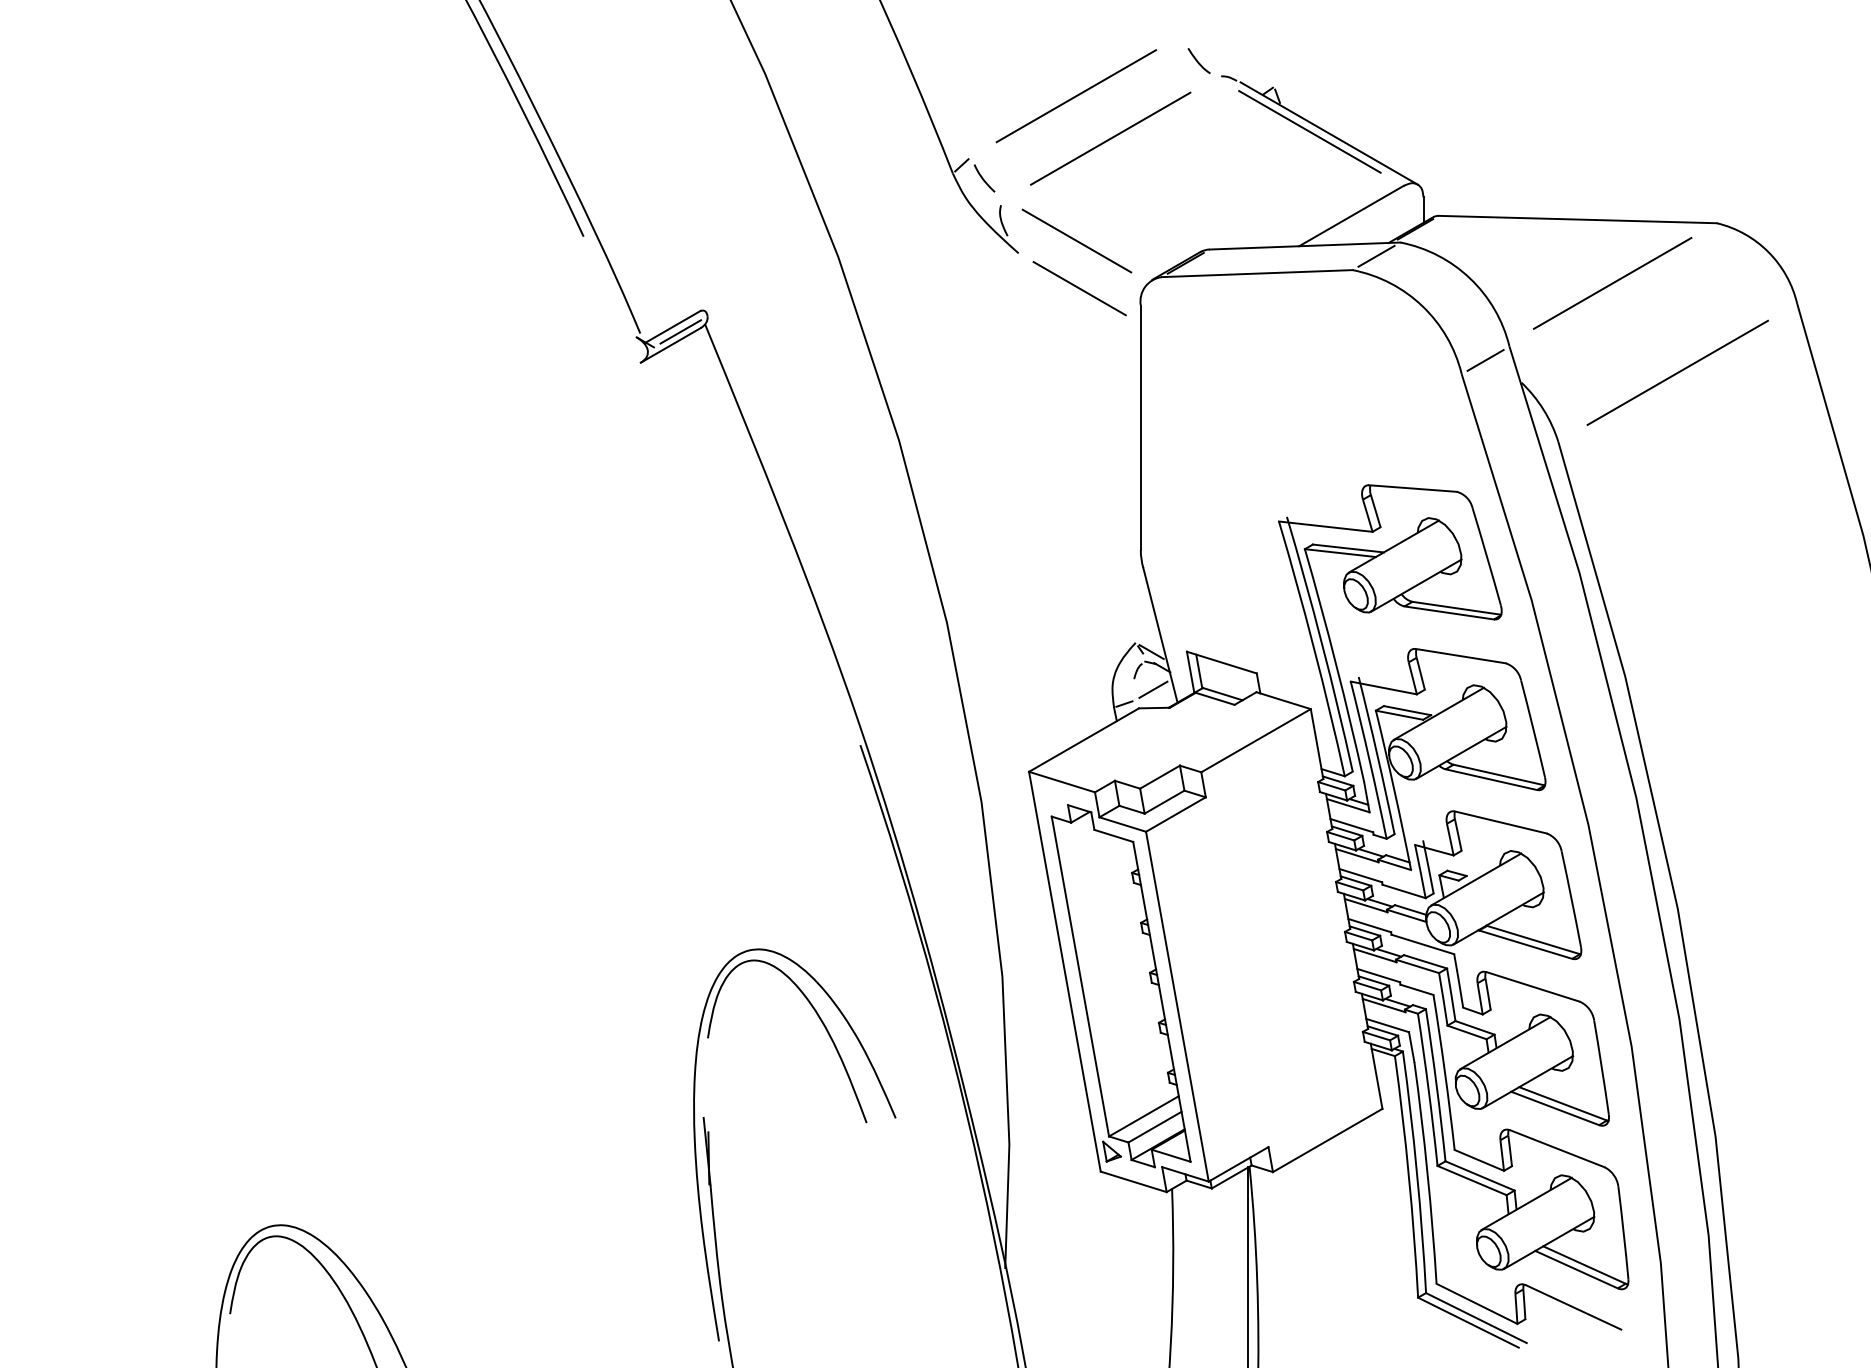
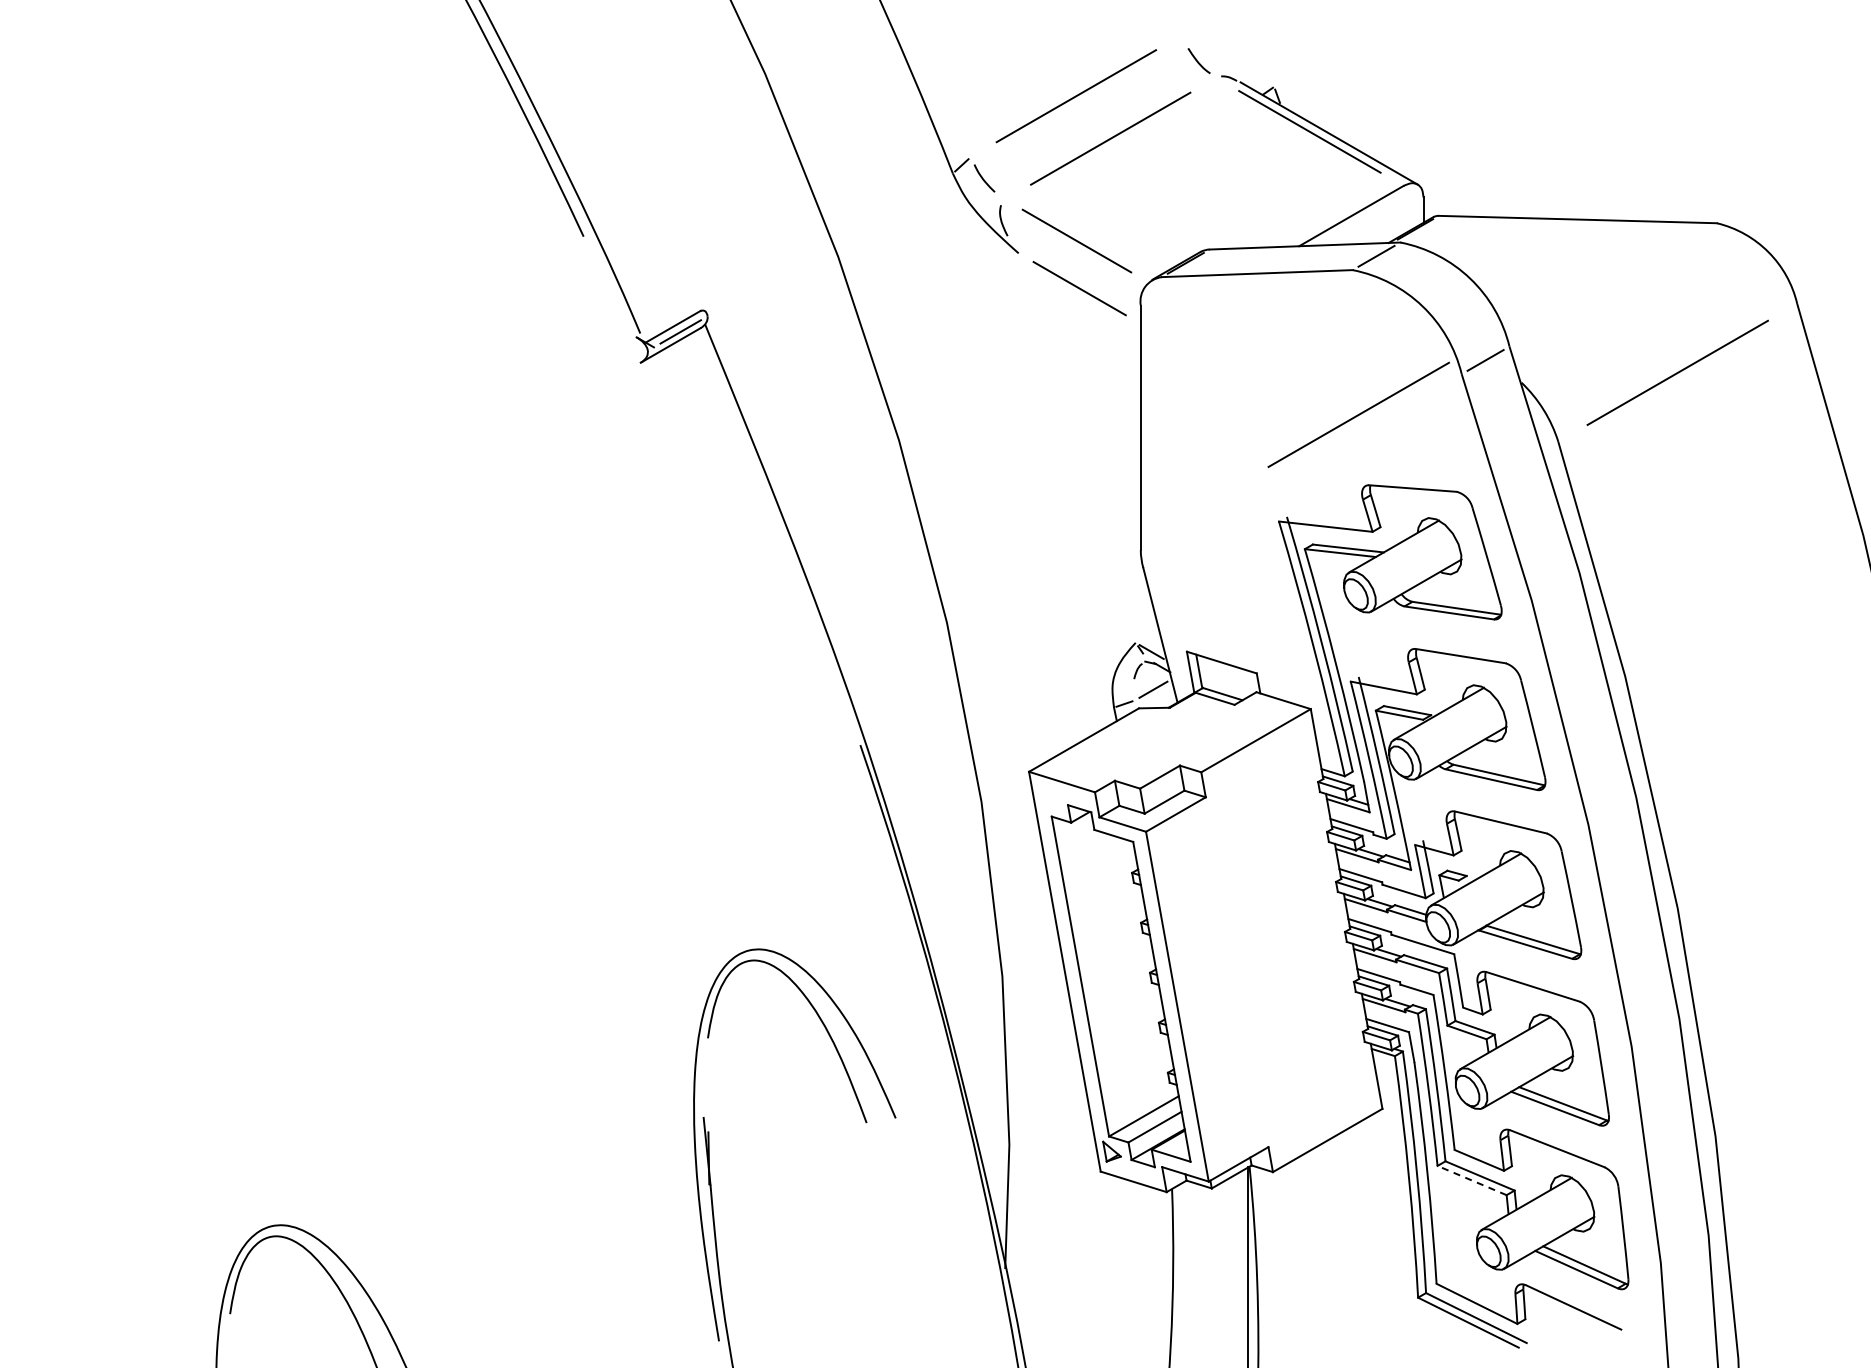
line at (1612, 282): present -> none
line at (1358, 414): none -> present
line at (1472, 1180): solid -> dashed
